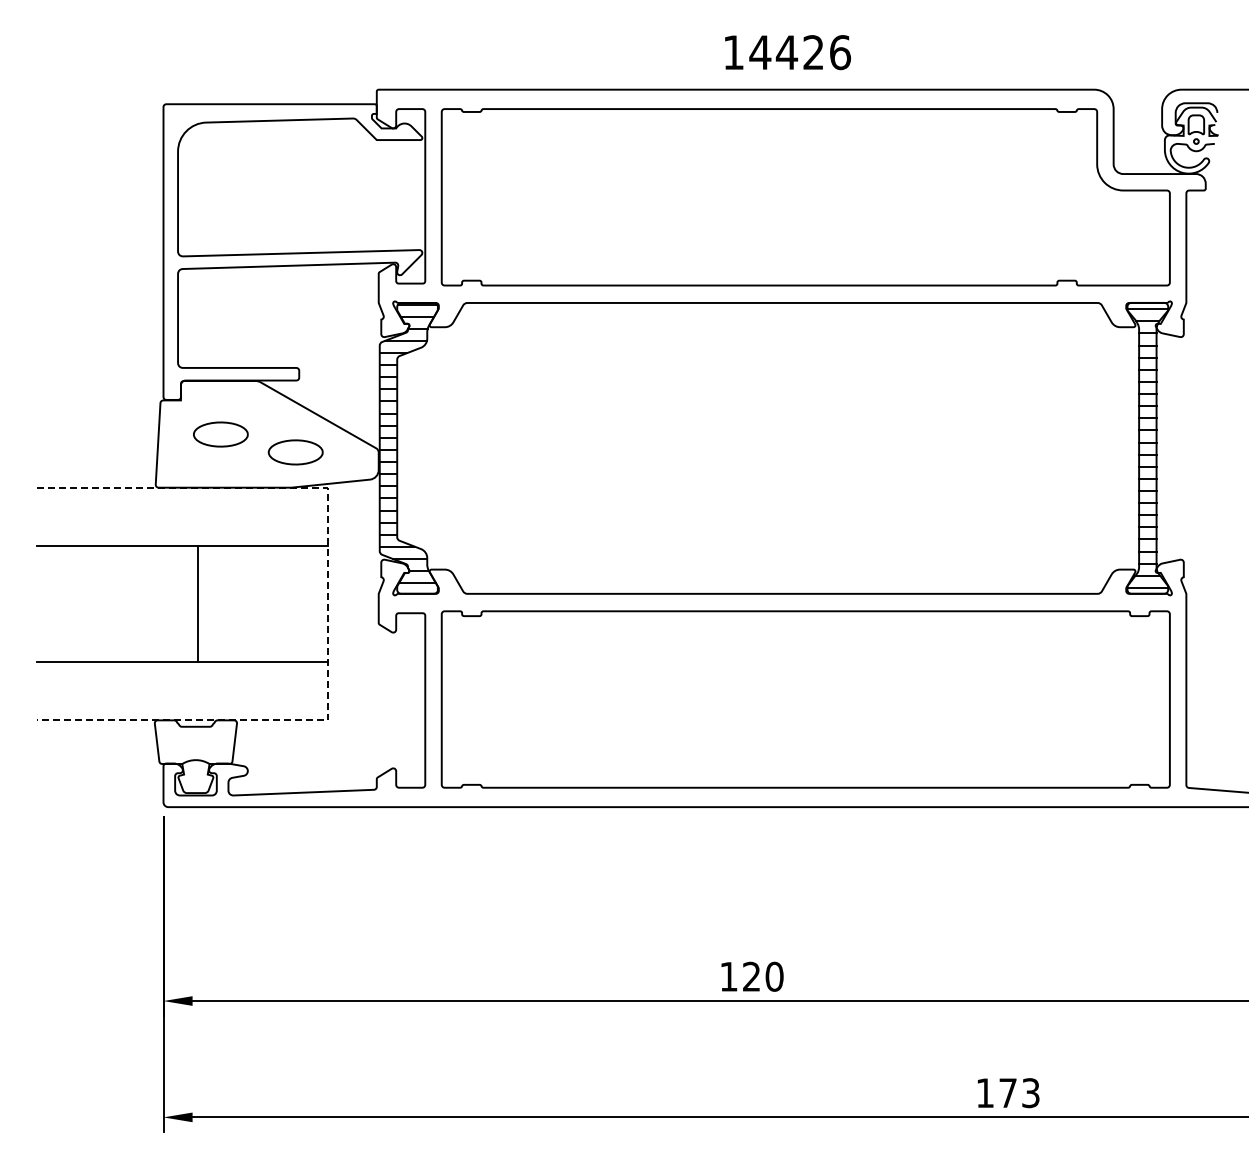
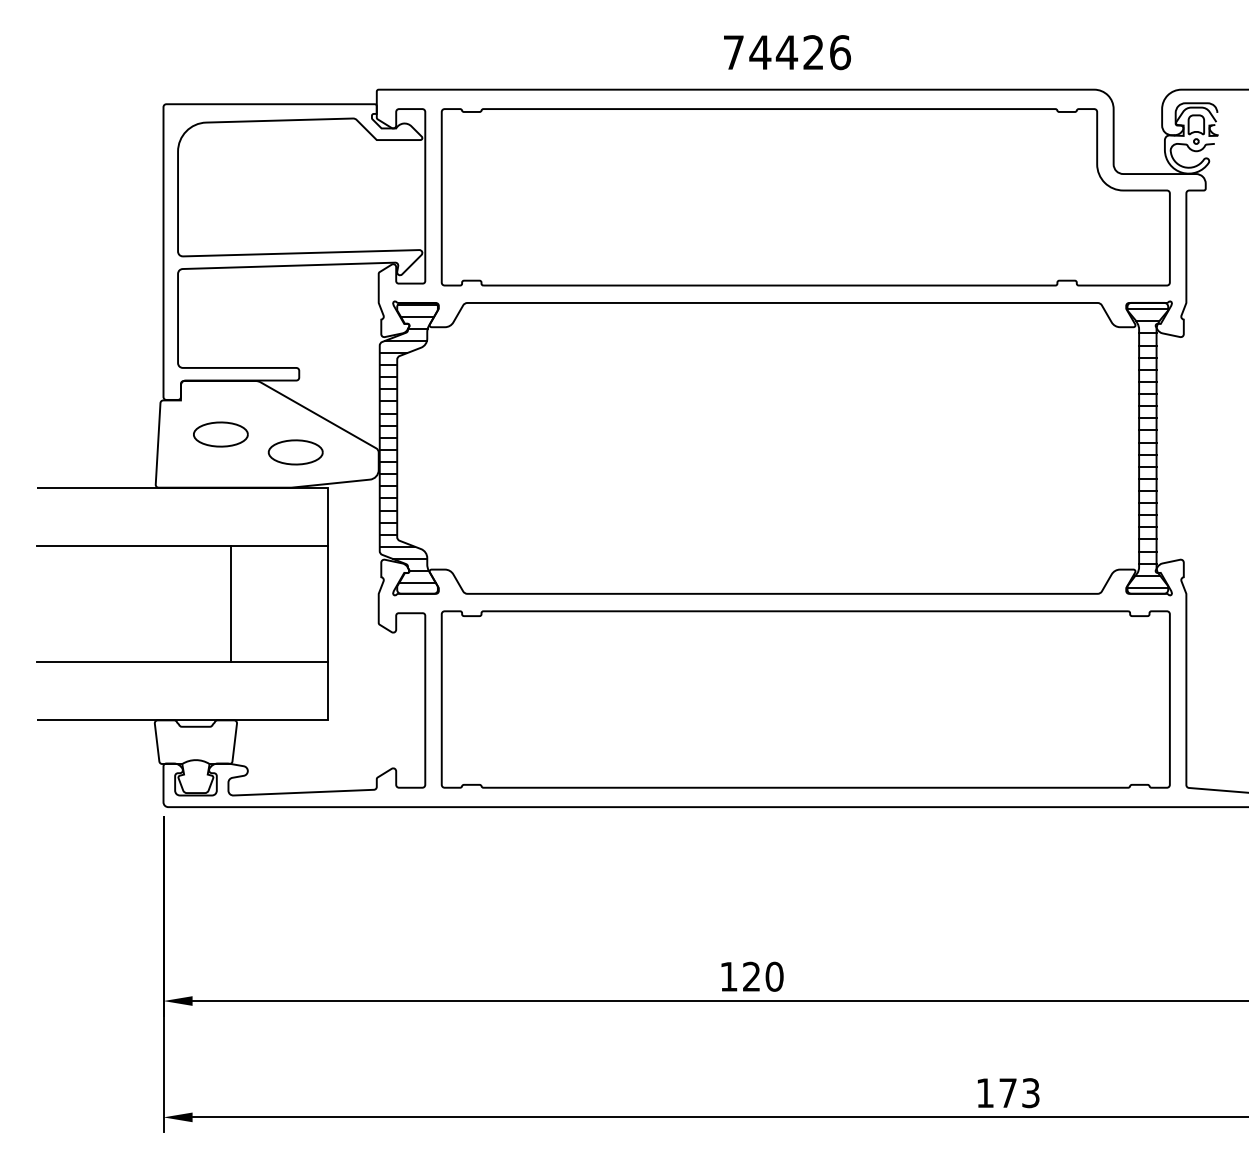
text at (733, 52): 14426 -> 74426
line at (198, 603) position: (198, 603) -> (231, 603)
line at (328, 604): dashed -> solid
